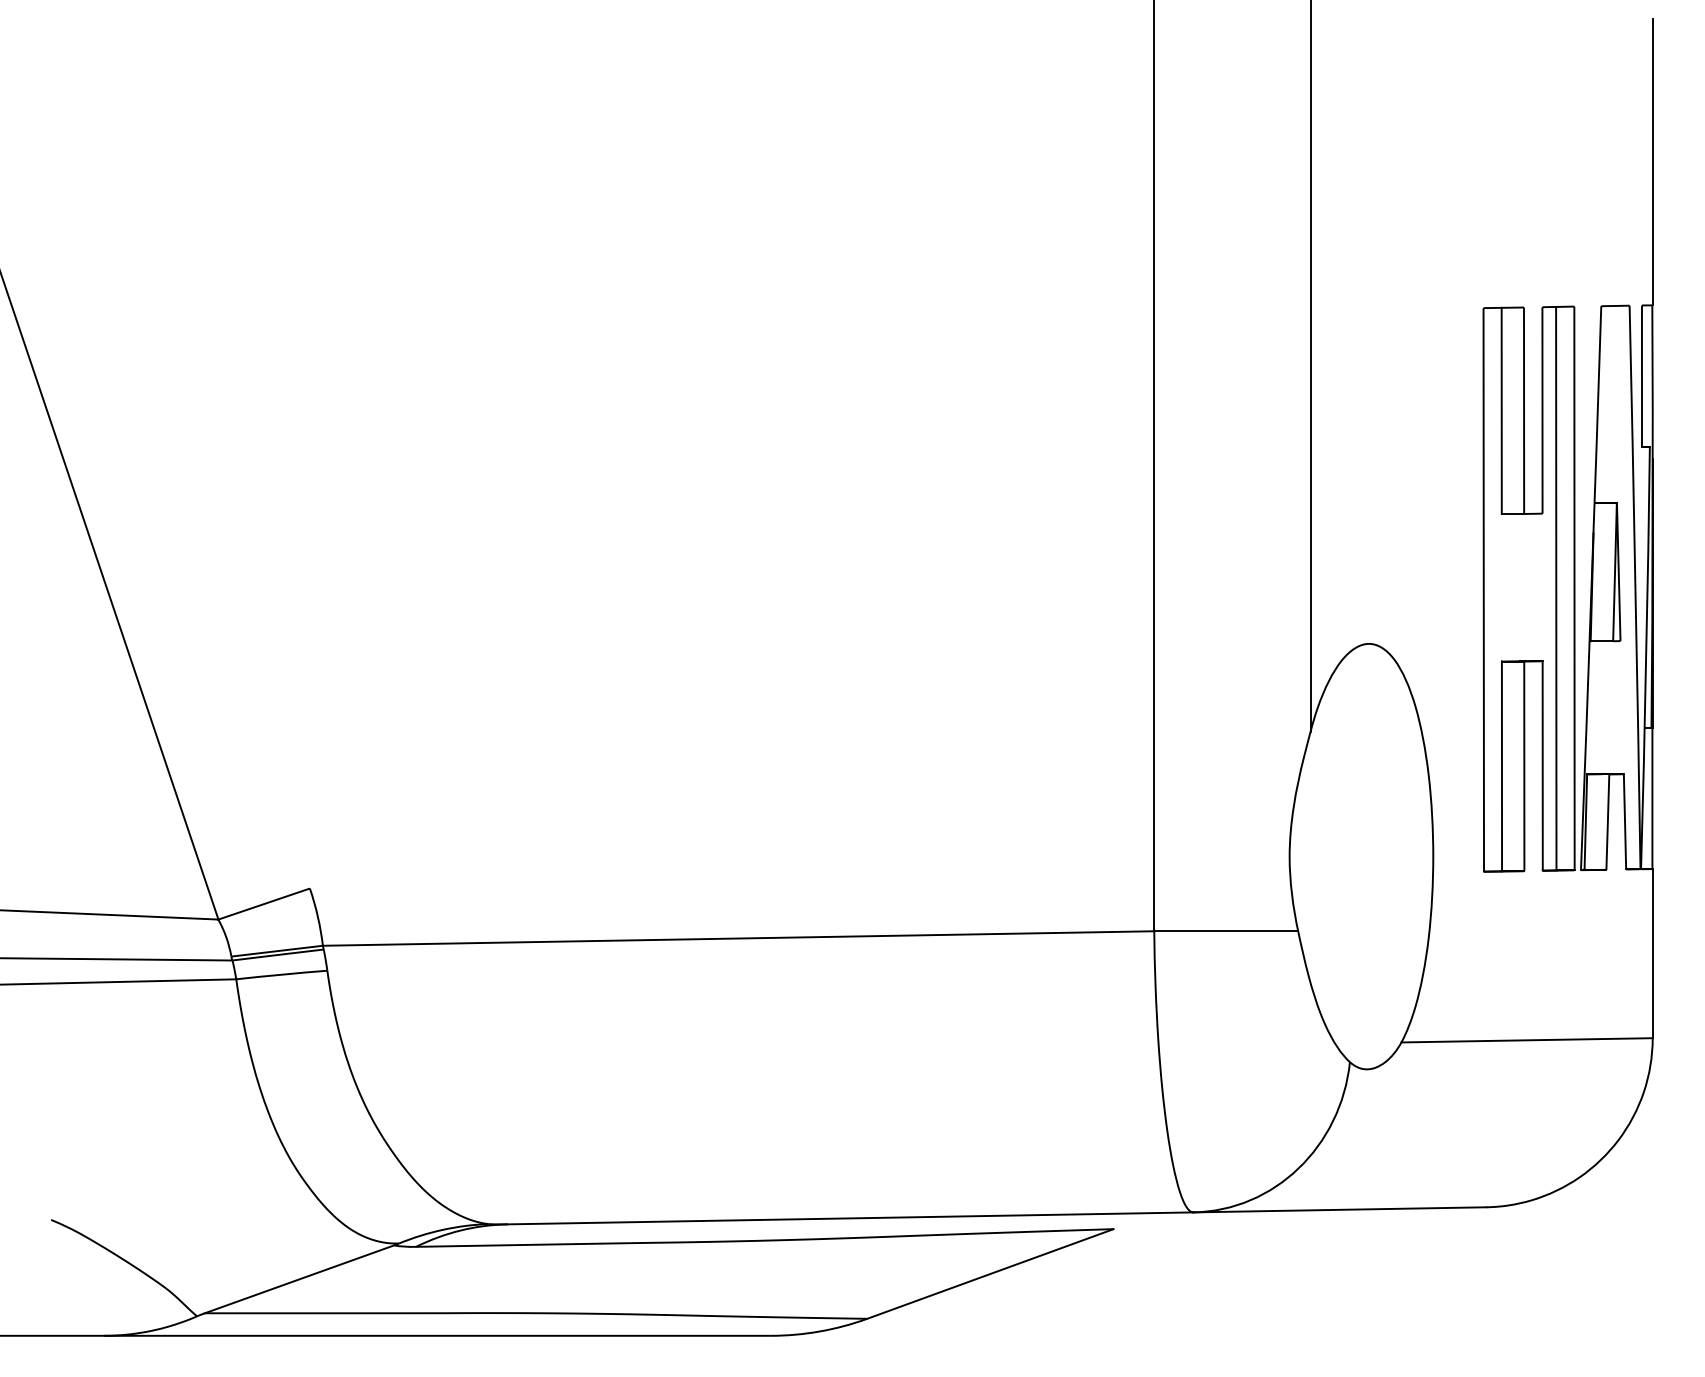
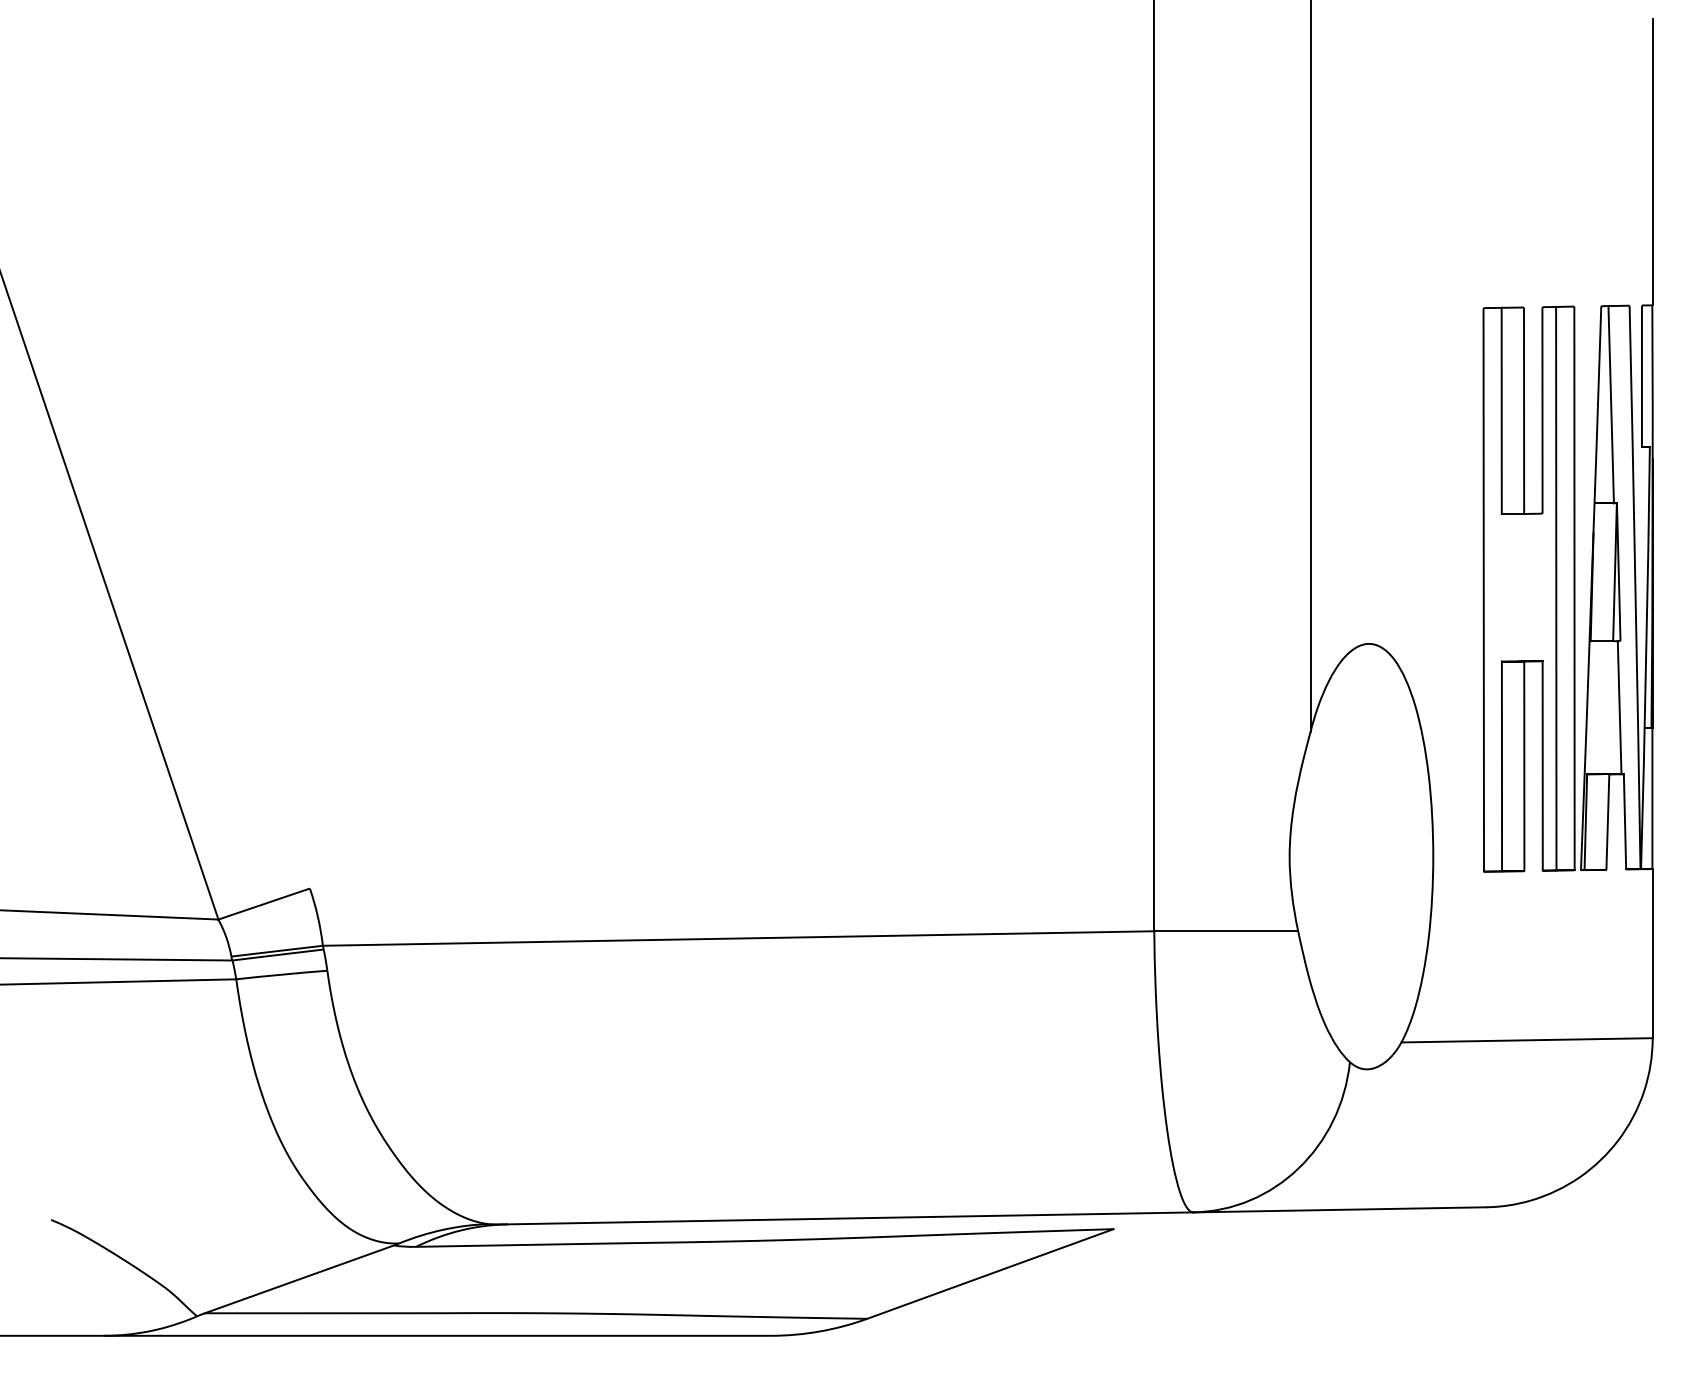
line at (1610, 404): none -> present
line at (1619, 707): none -> present
